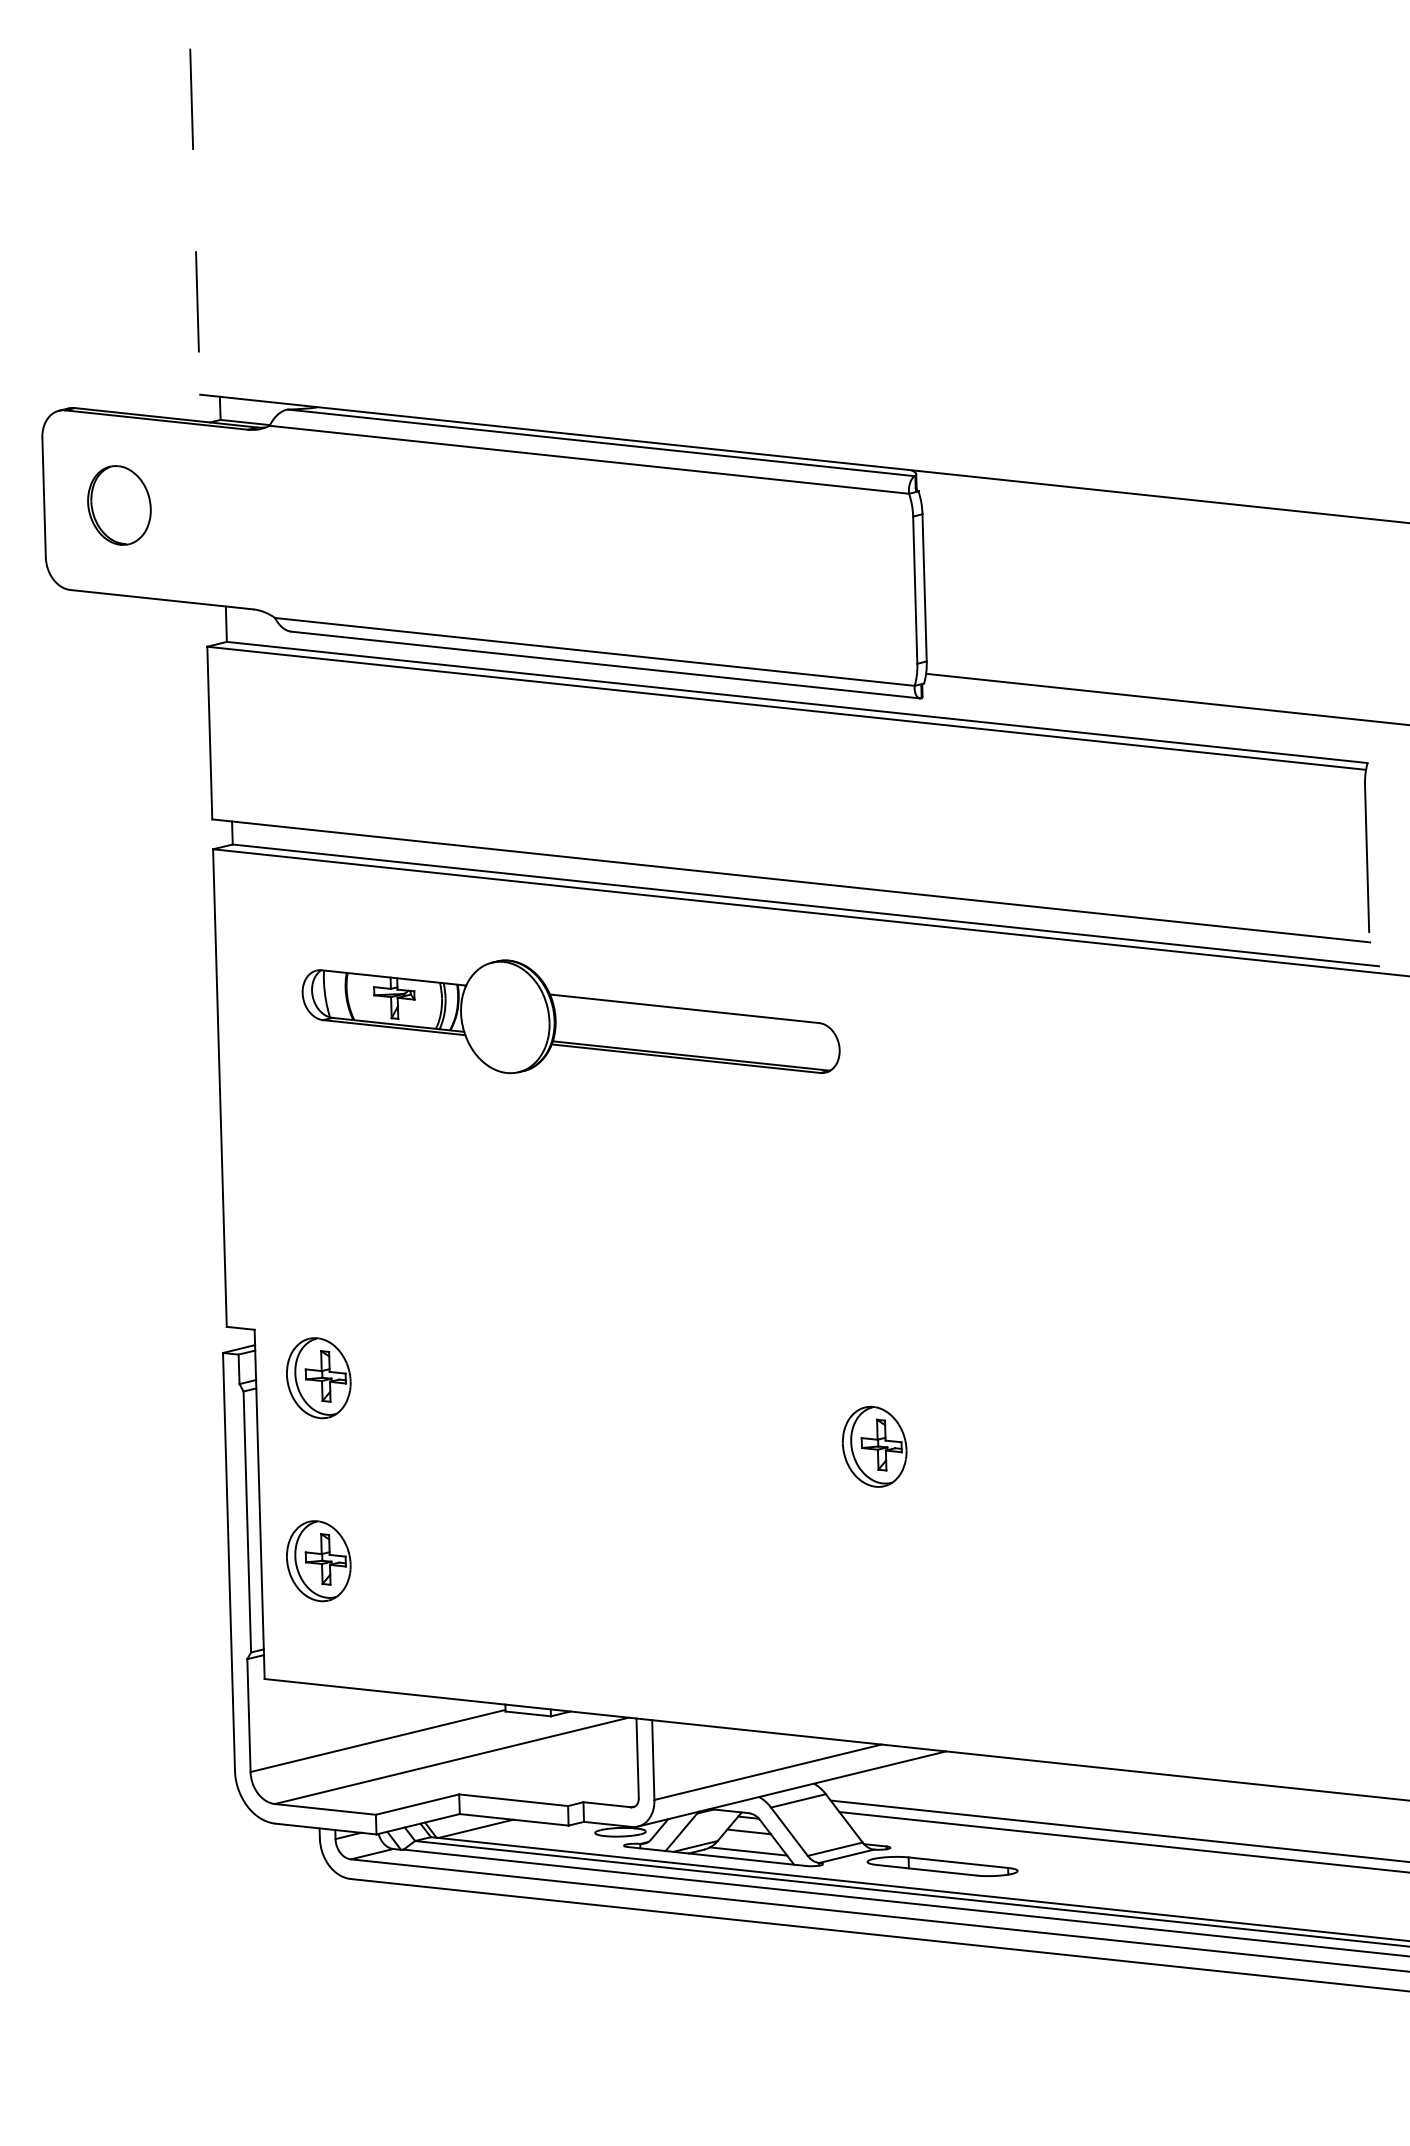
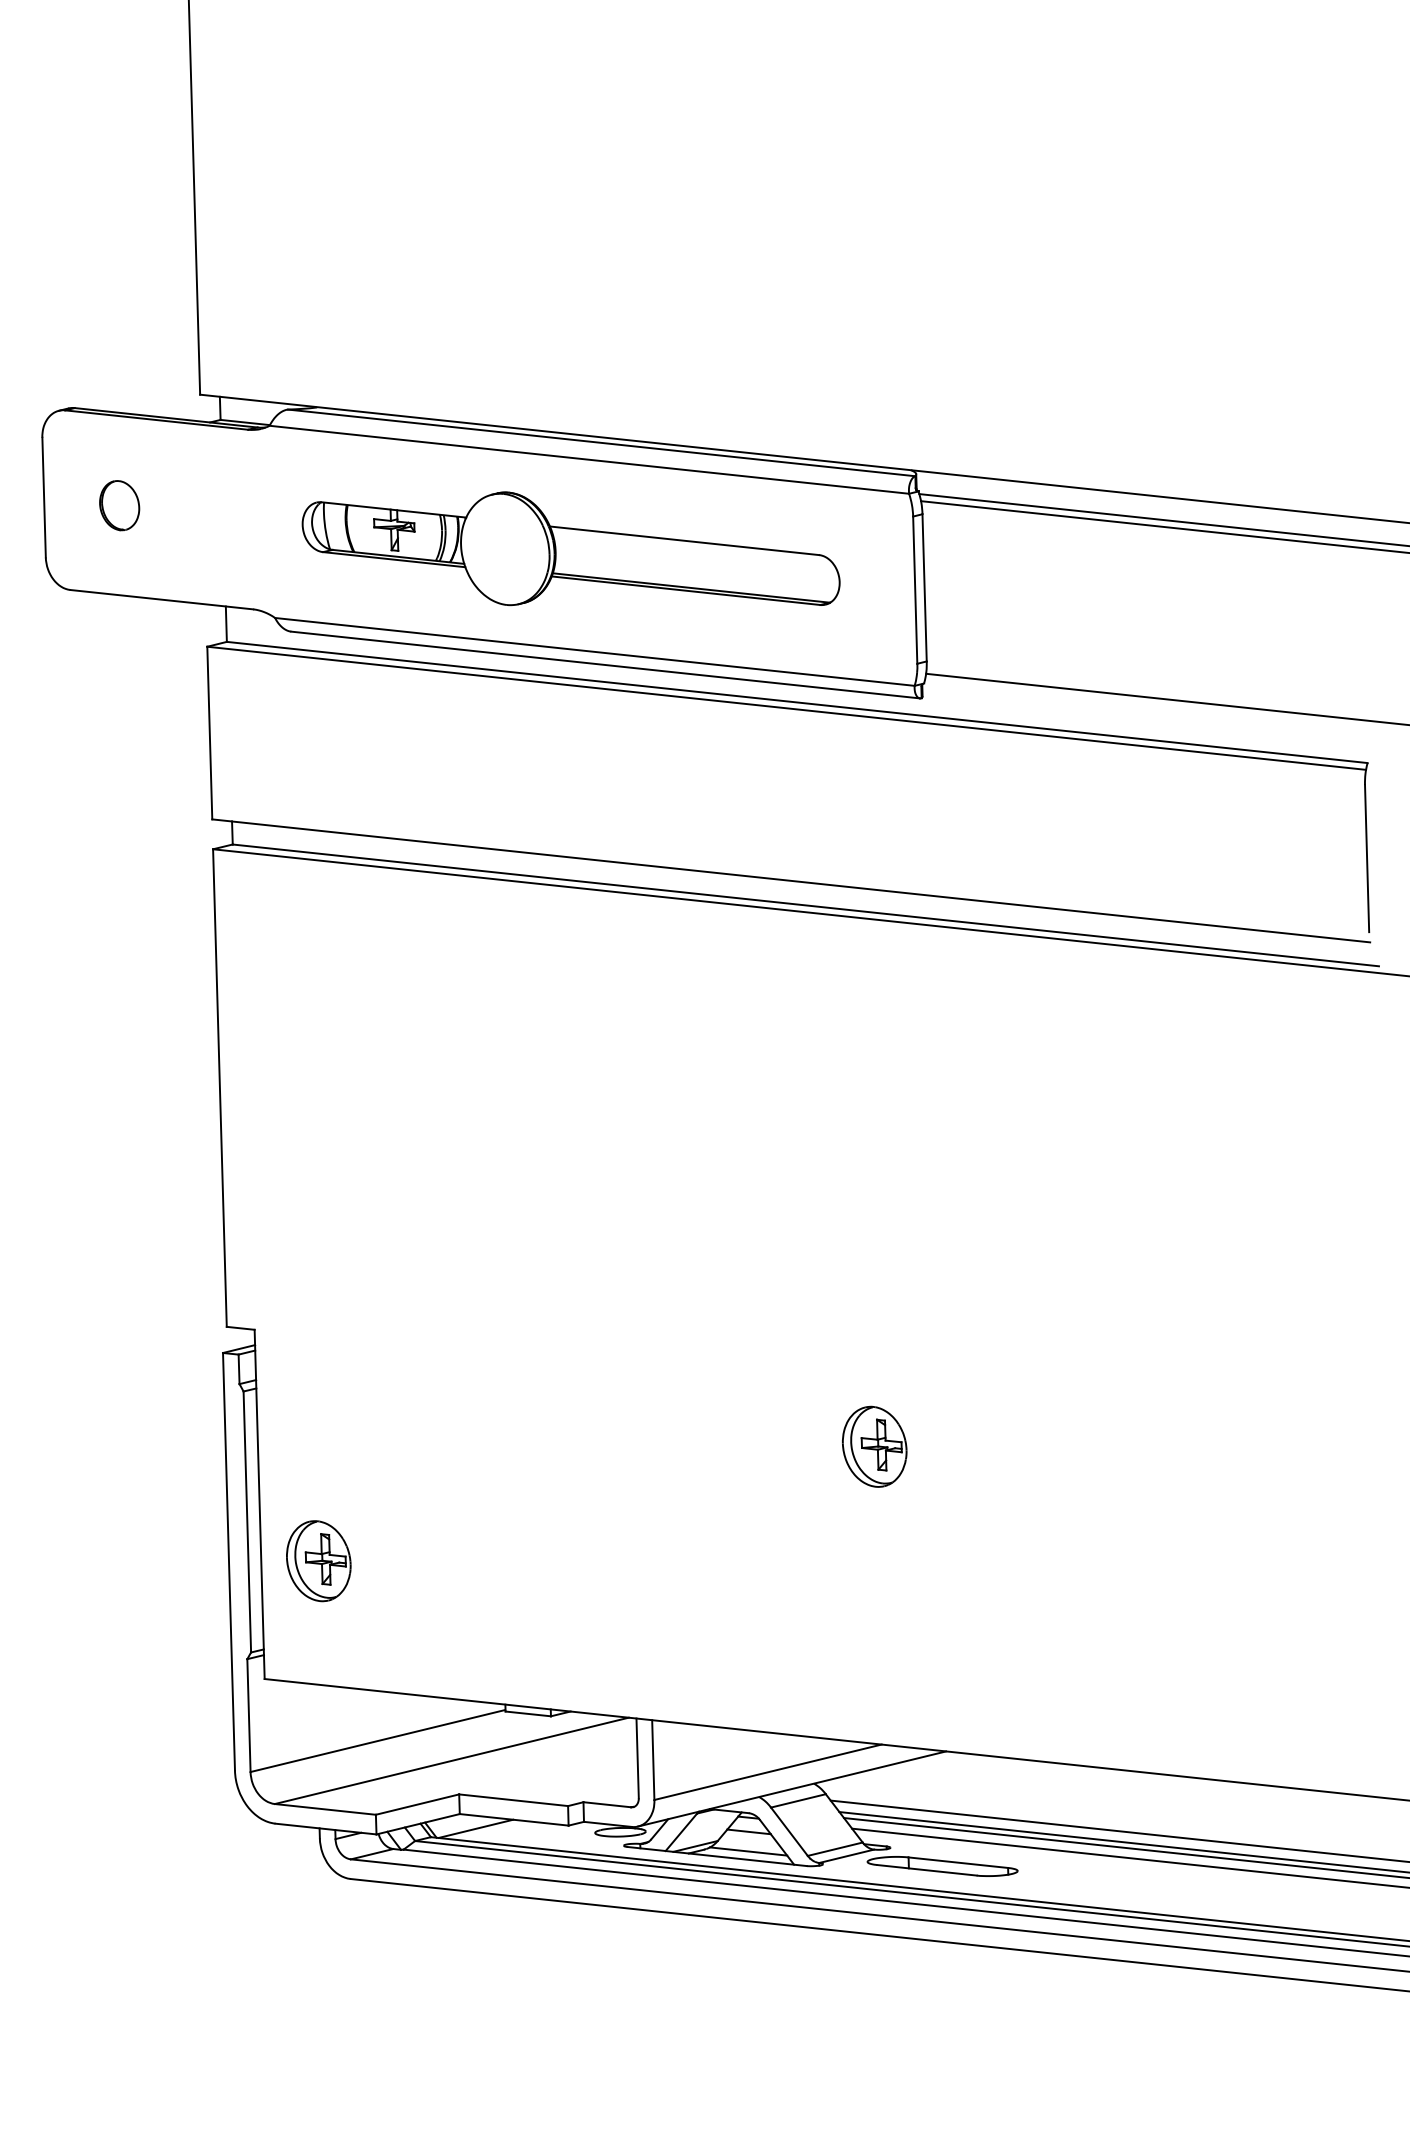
line at (194, 197): dashed -> solid
part at (119, 505) size: 65x81 px -> 42x52 px
line at (1162, 519): none -> present
line at (1163, 526): none -> present
part at (570, 1016) position: (570, 1016) -> (570, 548)
part at (318, 1378): present -> none
line at (1124, 1847): none -> present
line at (1129, 1857): none -> present
